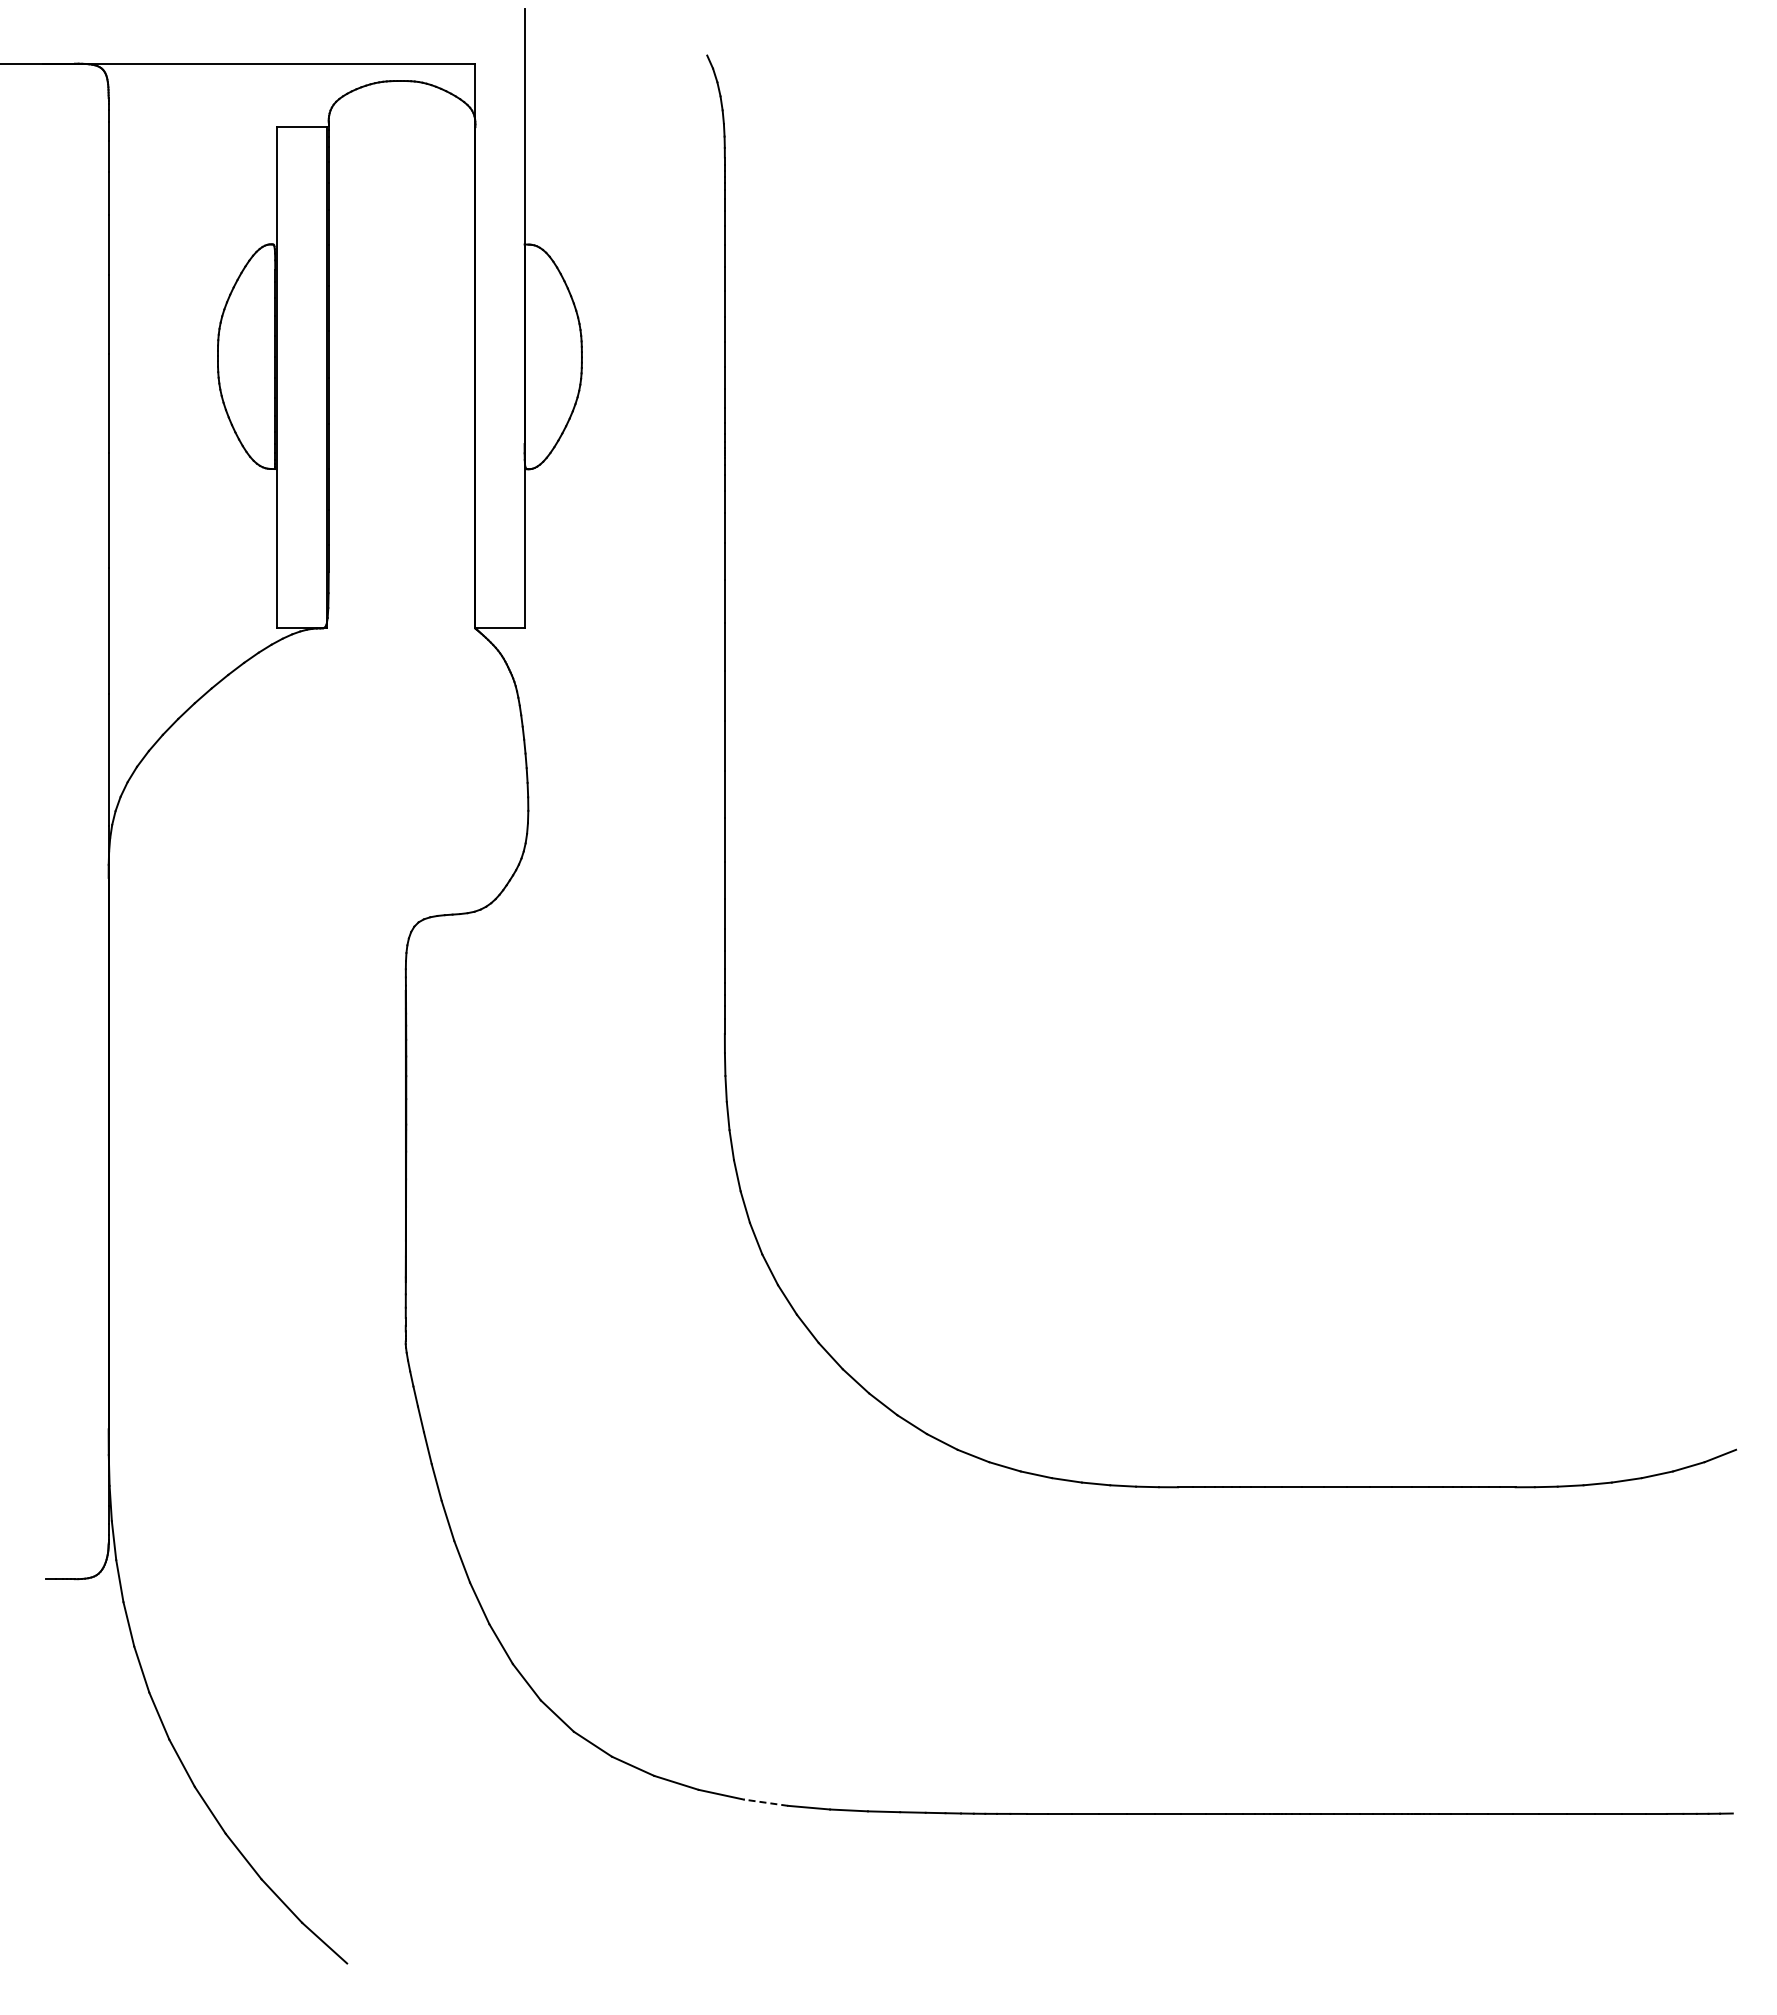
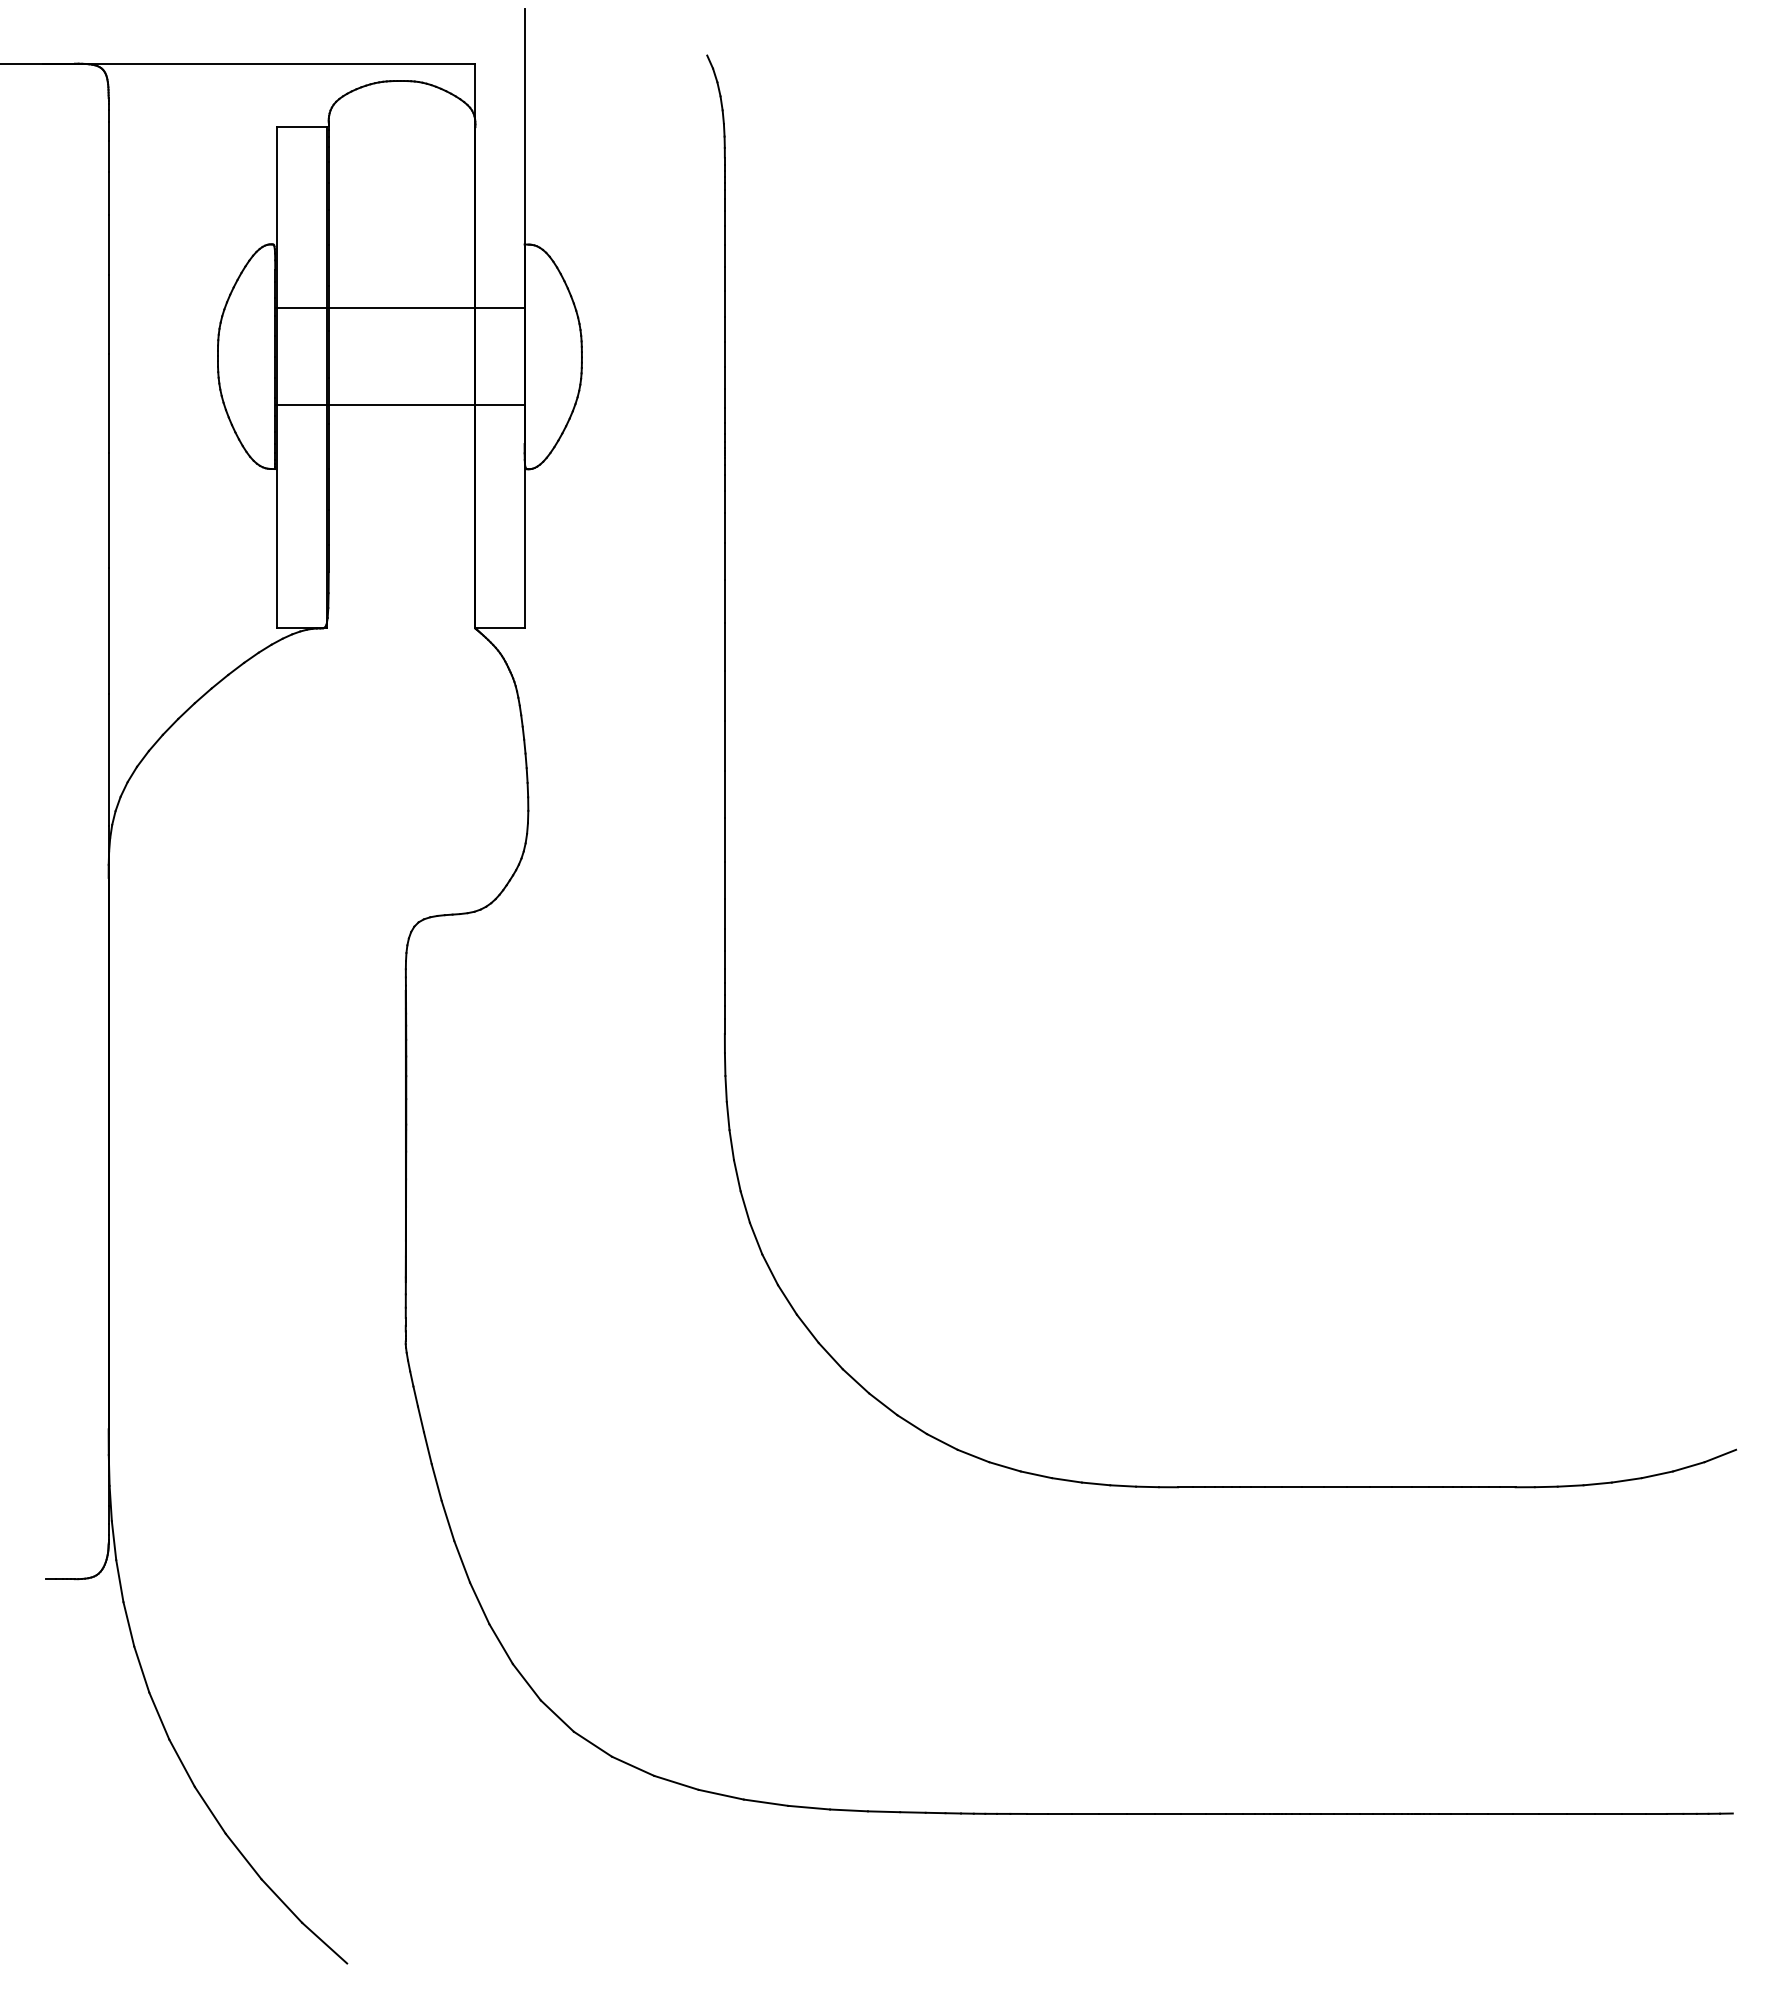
line at (399, 308): none -> present
line at (399, 405): none -> present
line at (765, 1802): dashed -> solid
